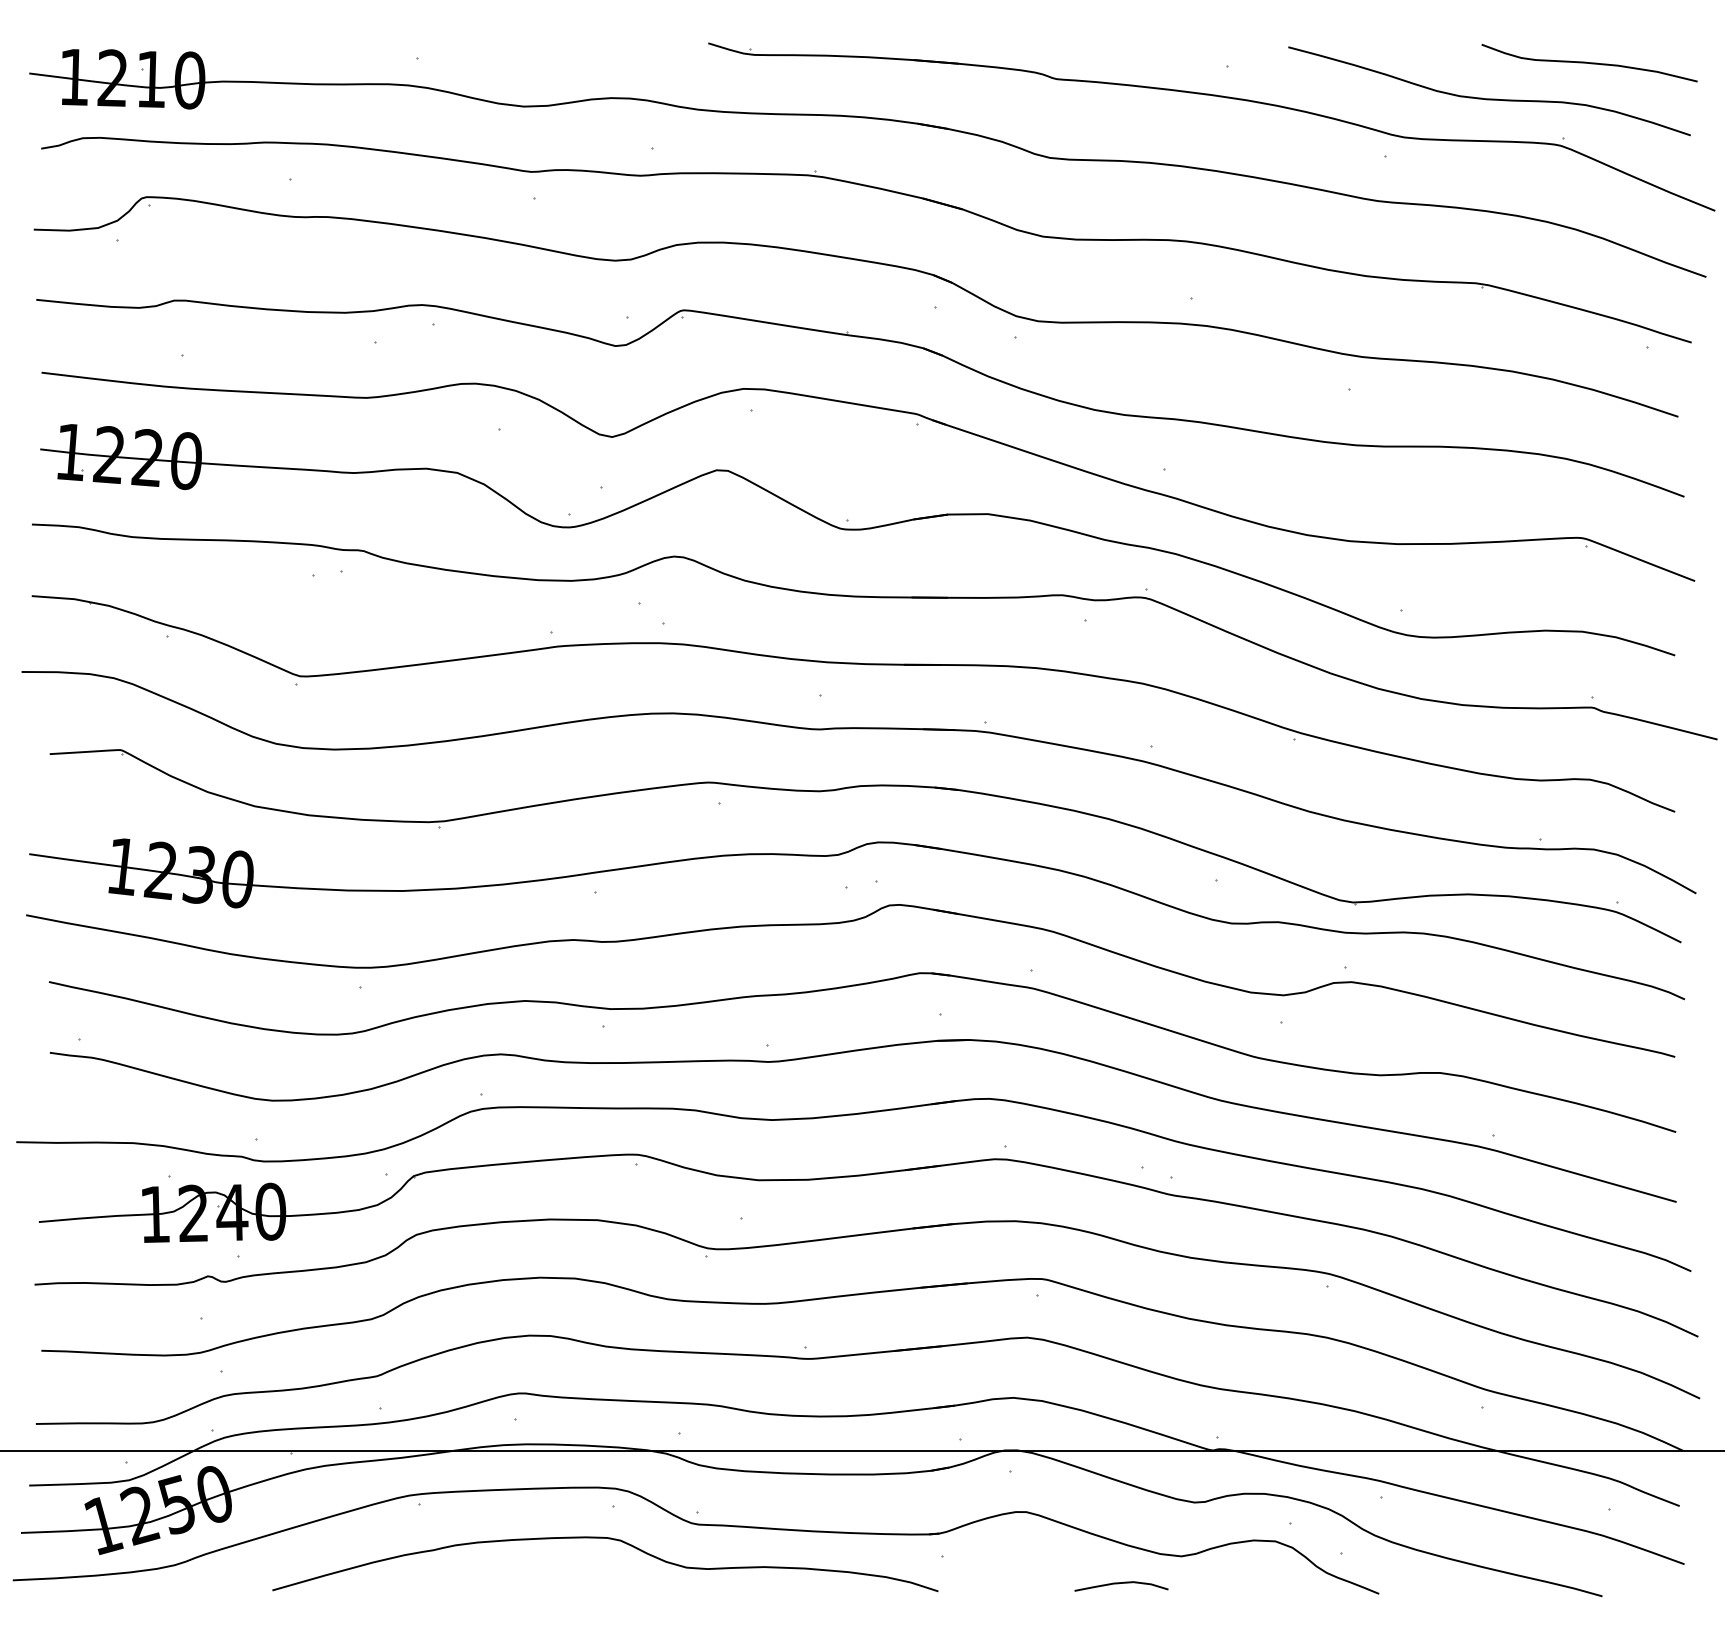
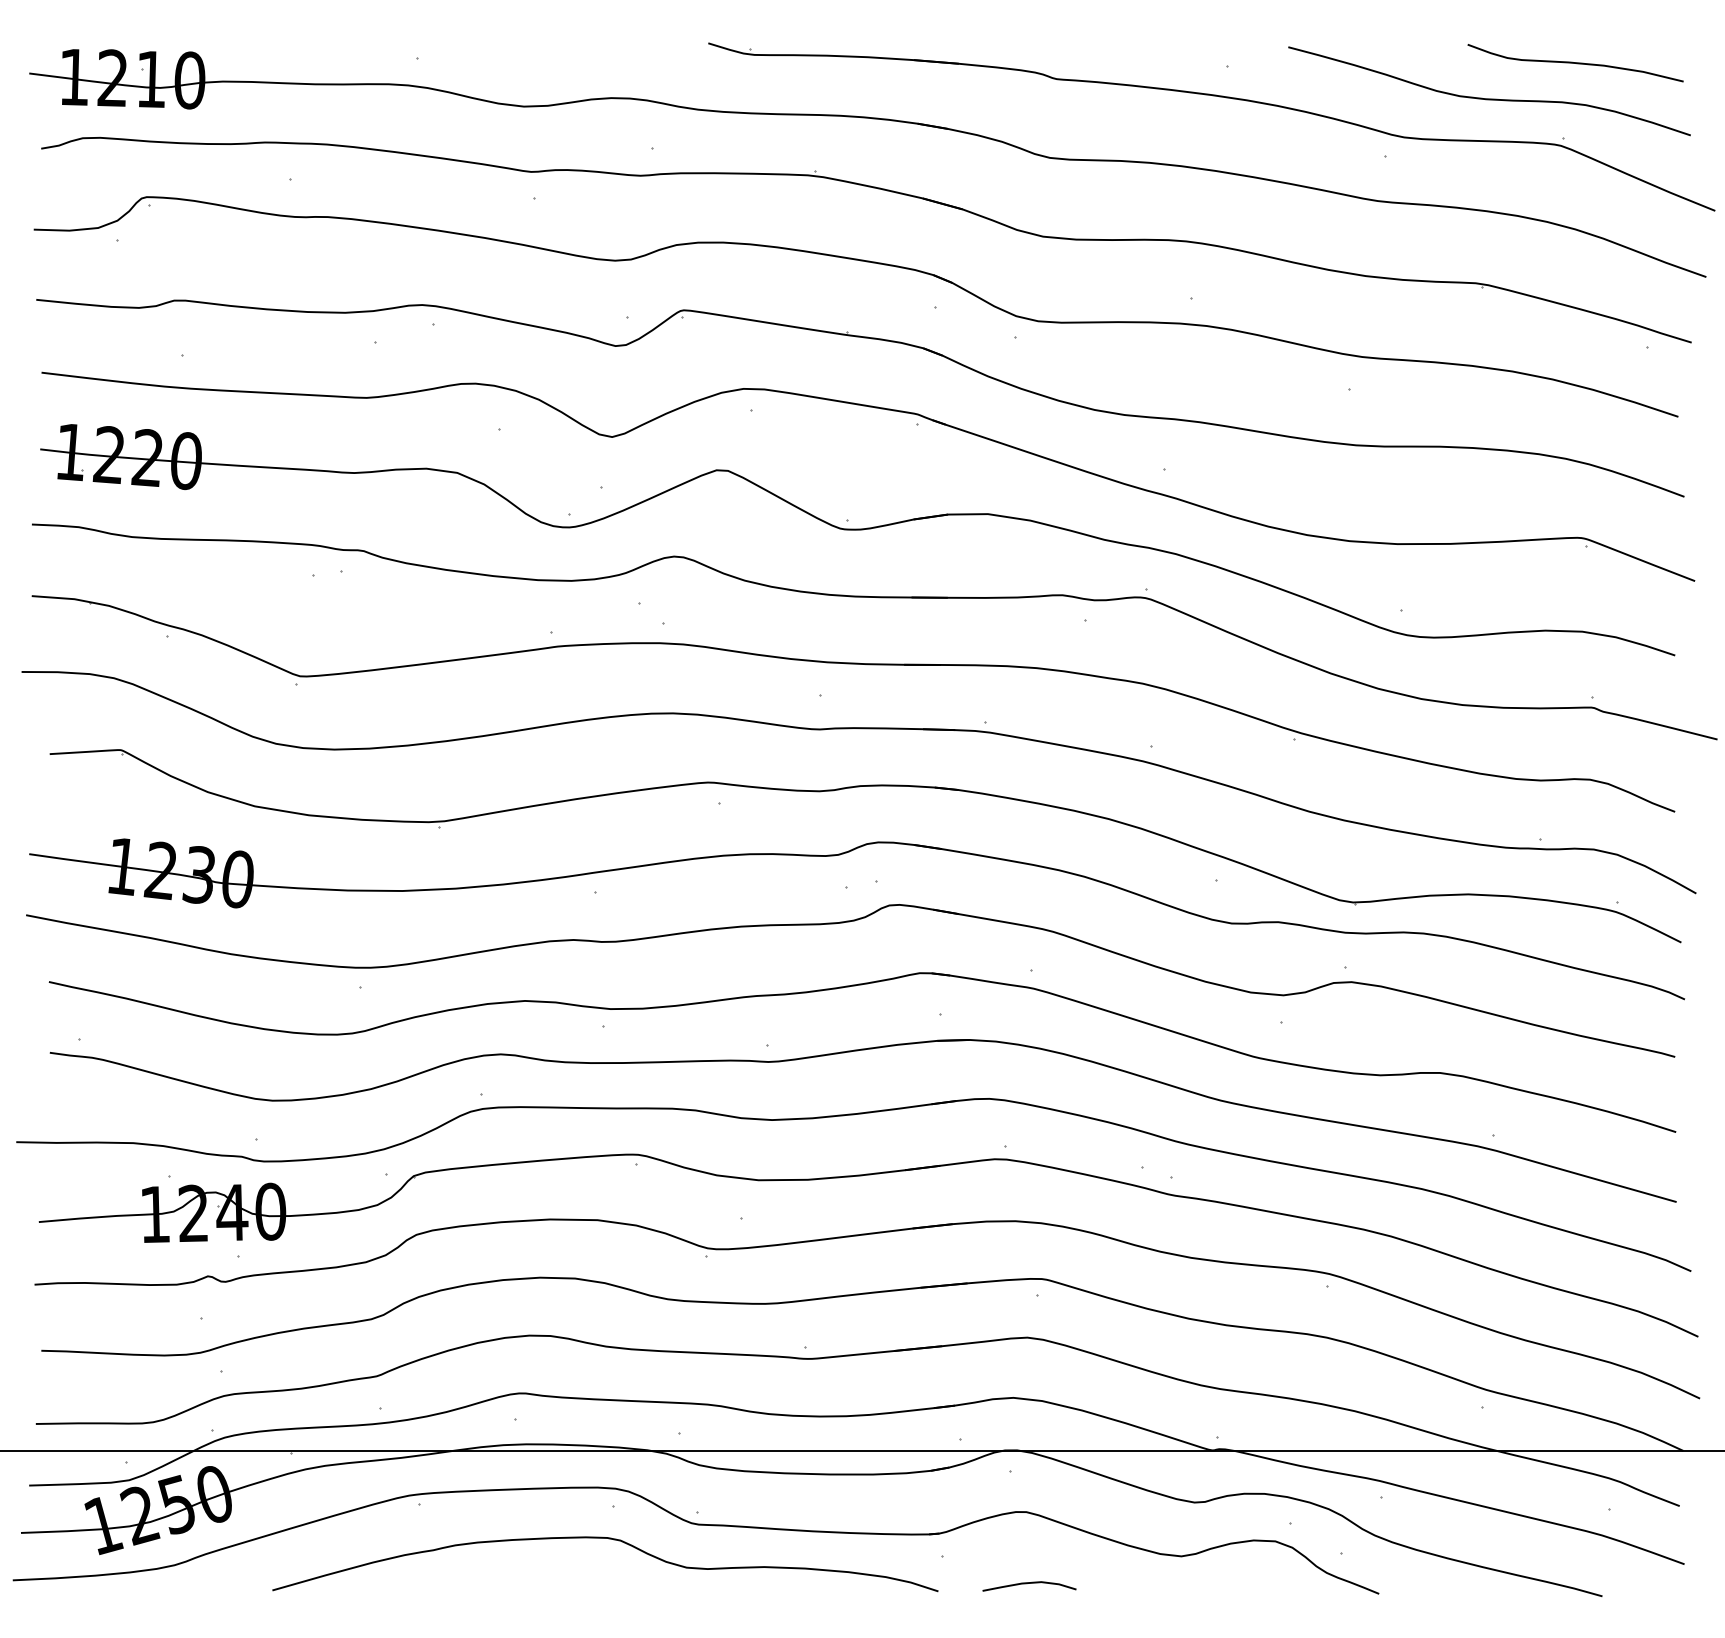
curve at (1589, 63) position: (1589, 63) -> (1575, 63)
curve at (1121, 1583) position: (1121, 1583) -> (1029, 1583)
